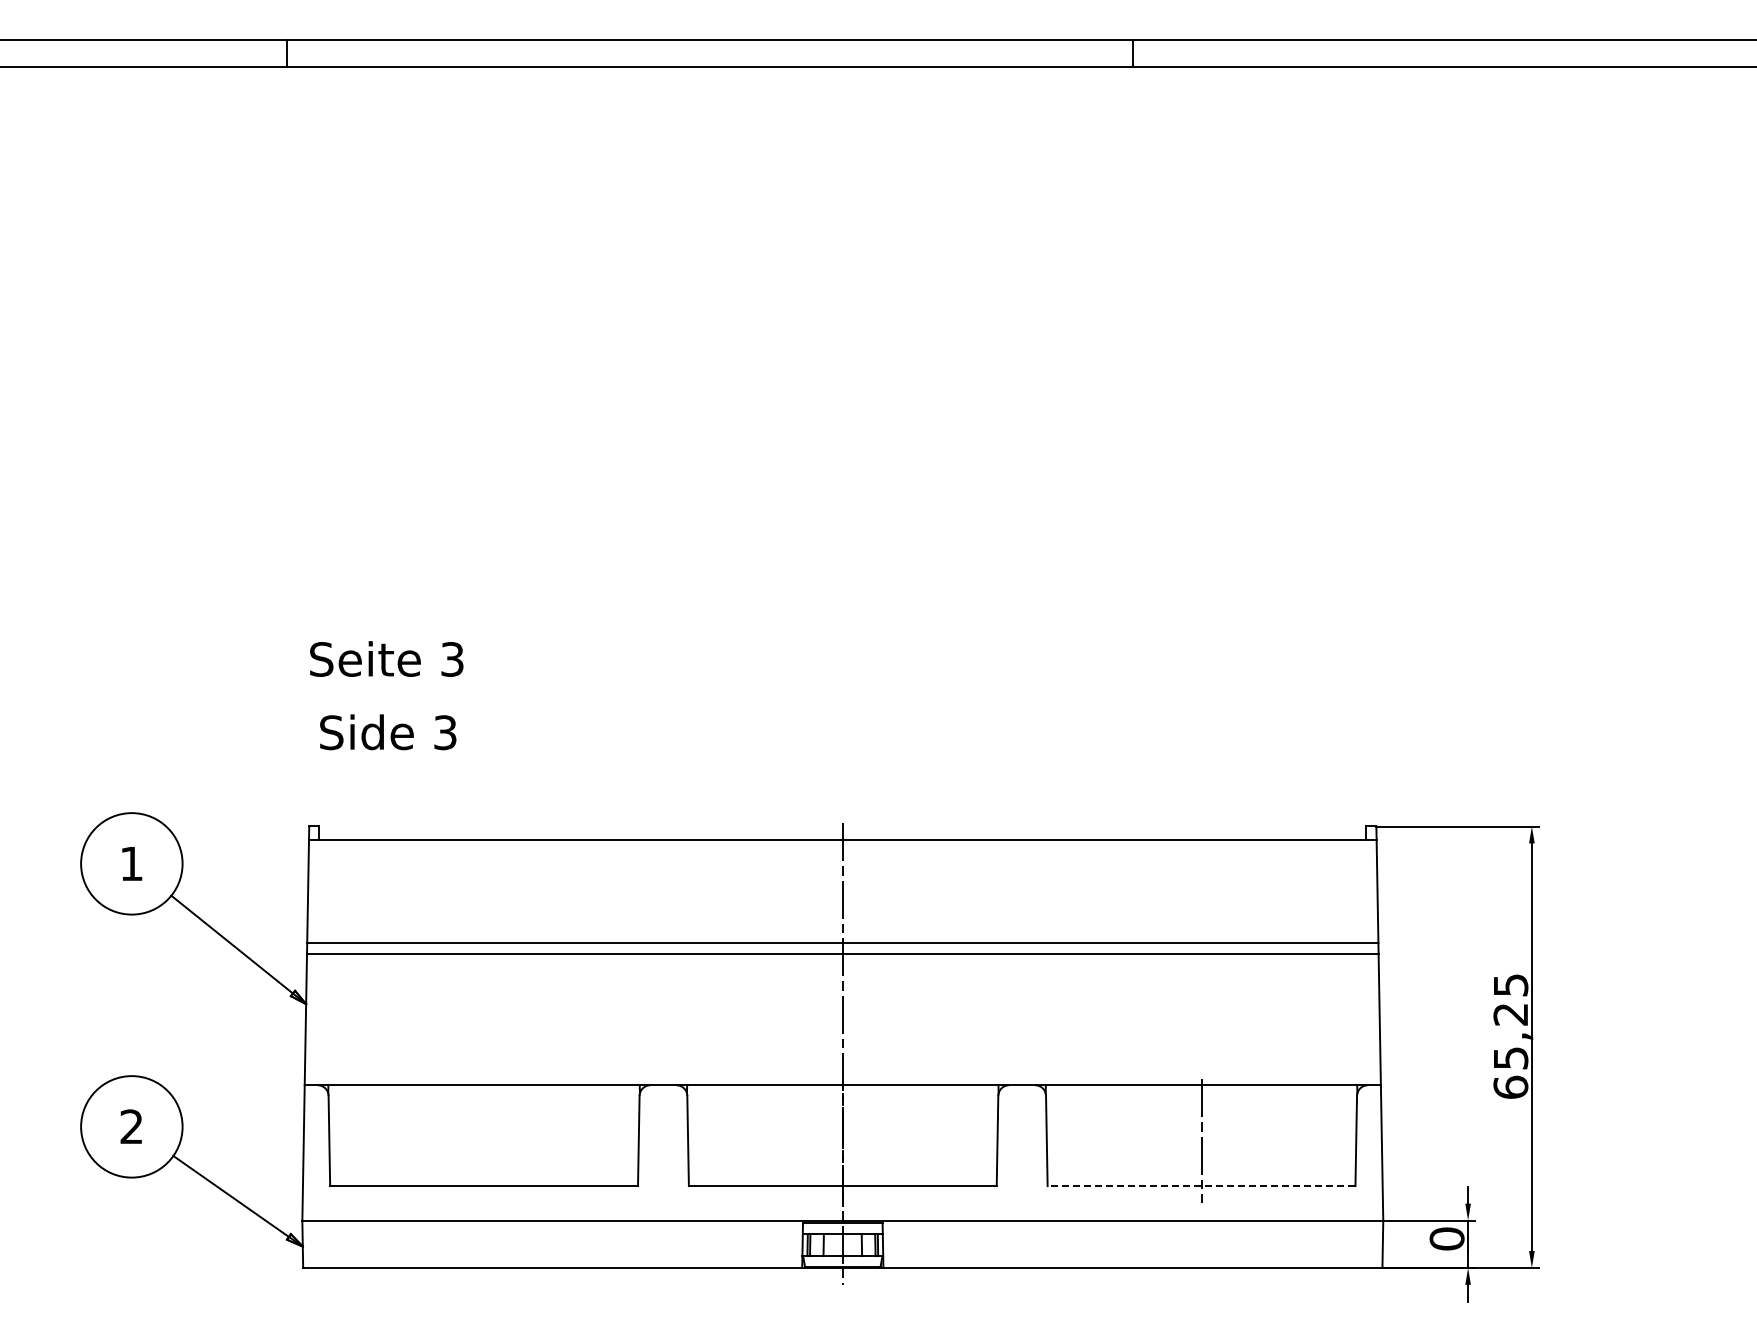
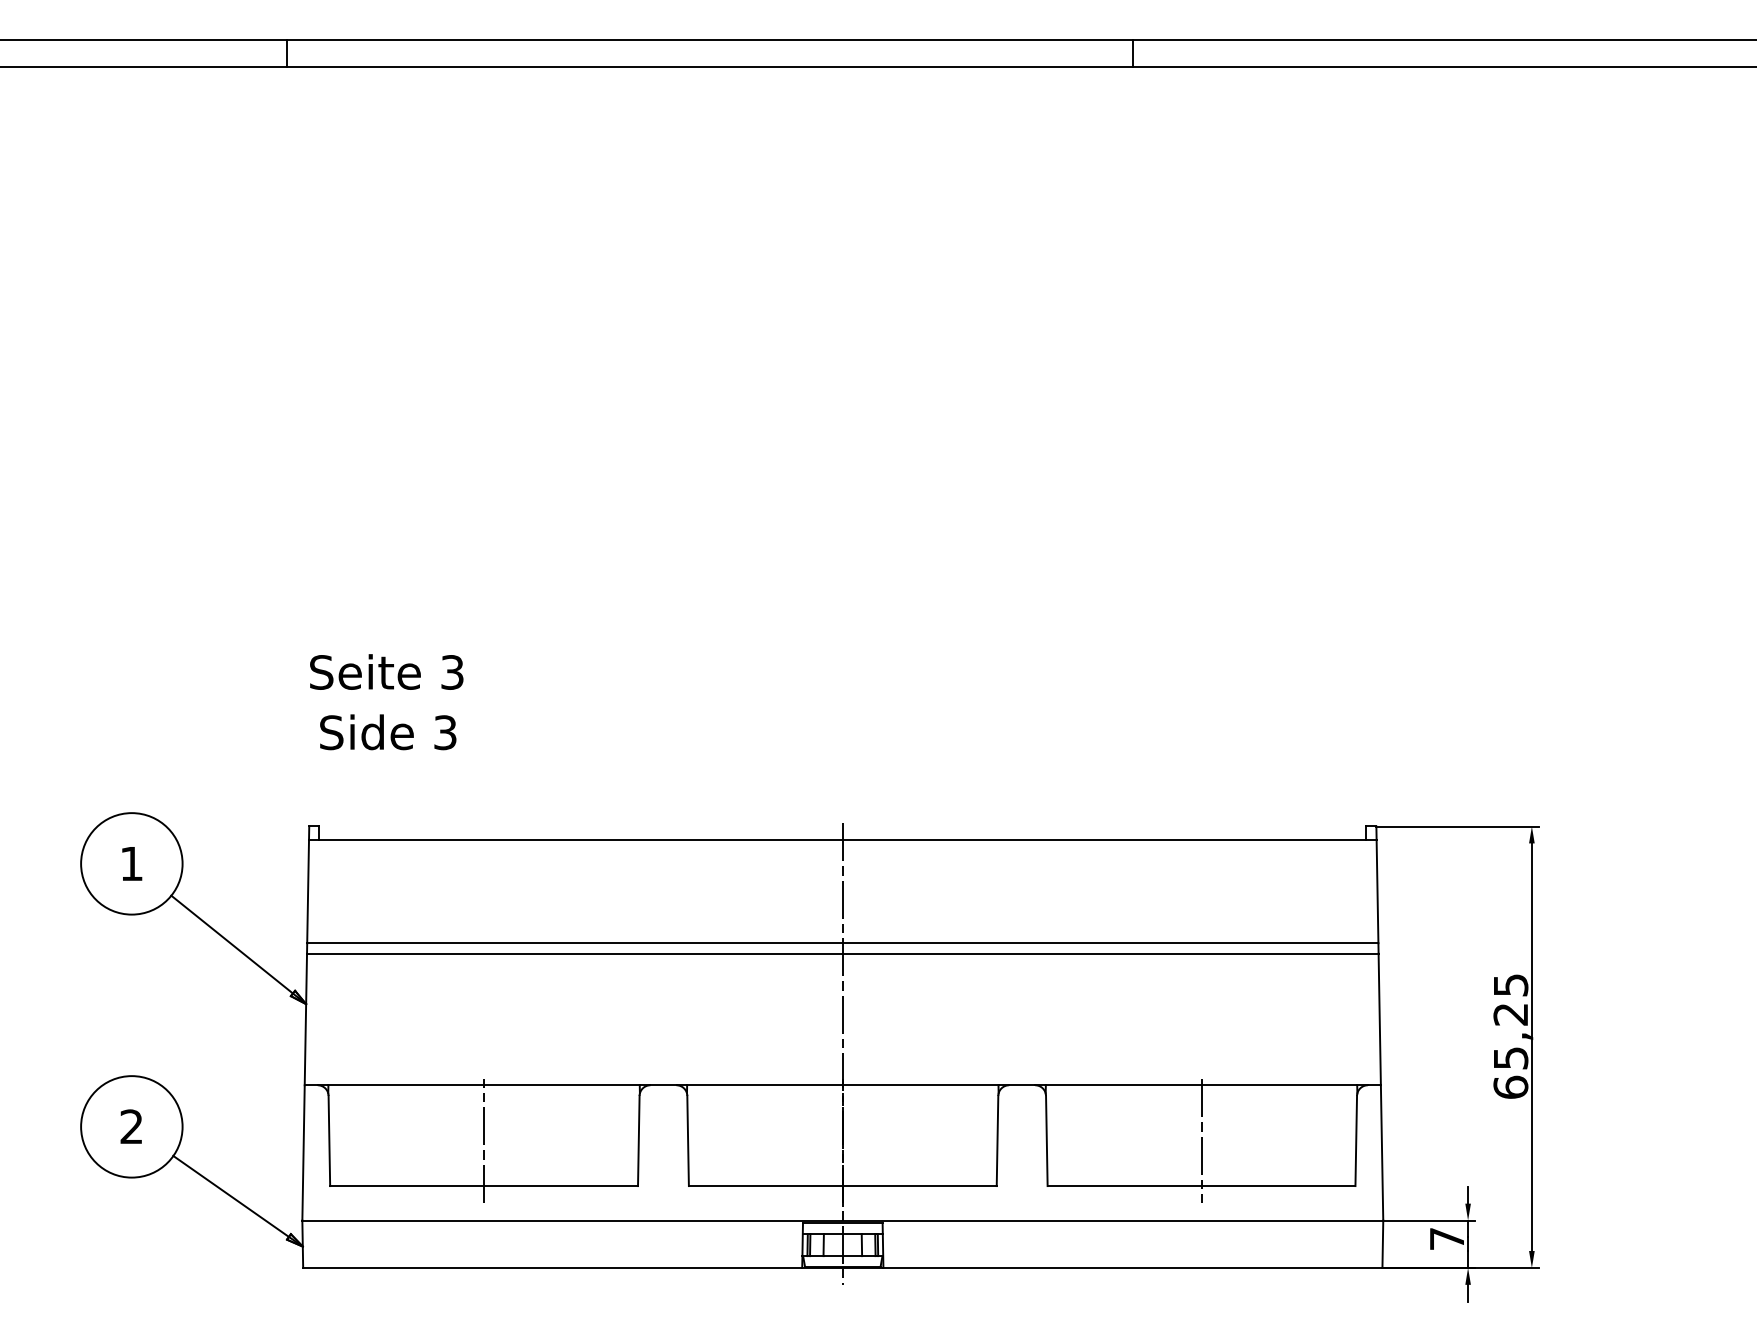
text at (386, 658) position: (386, 658) -> (386, 671)
line at (484, 1141): none -> present
line at (1201, 1186): dashed -> solid
text at (1446, 1238): 0 -> 7
